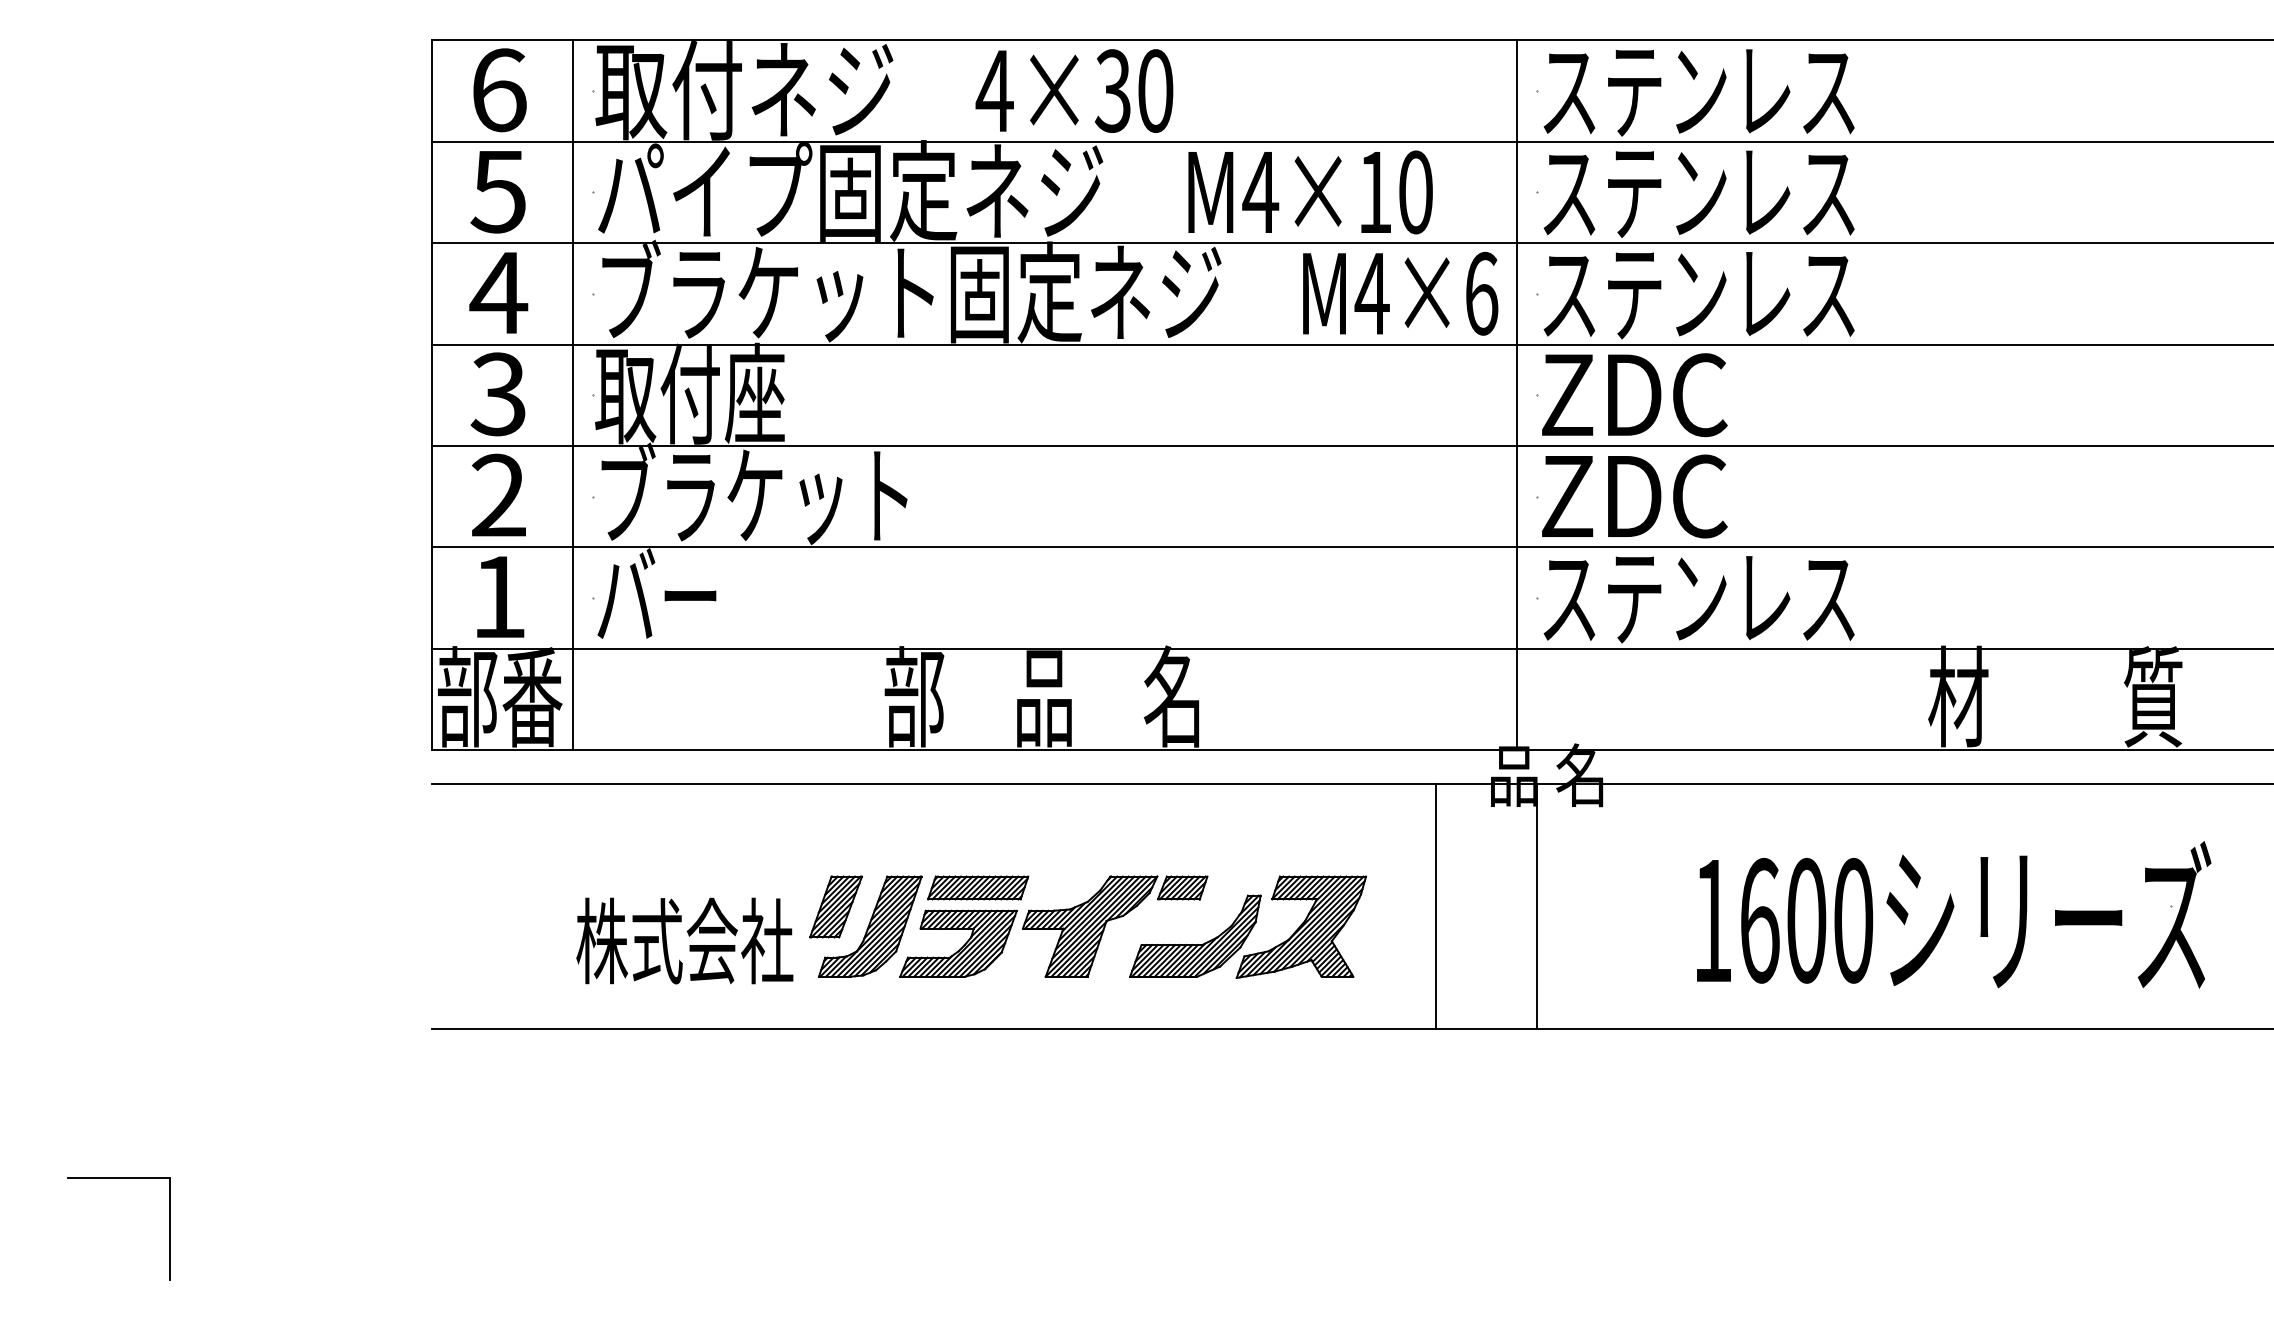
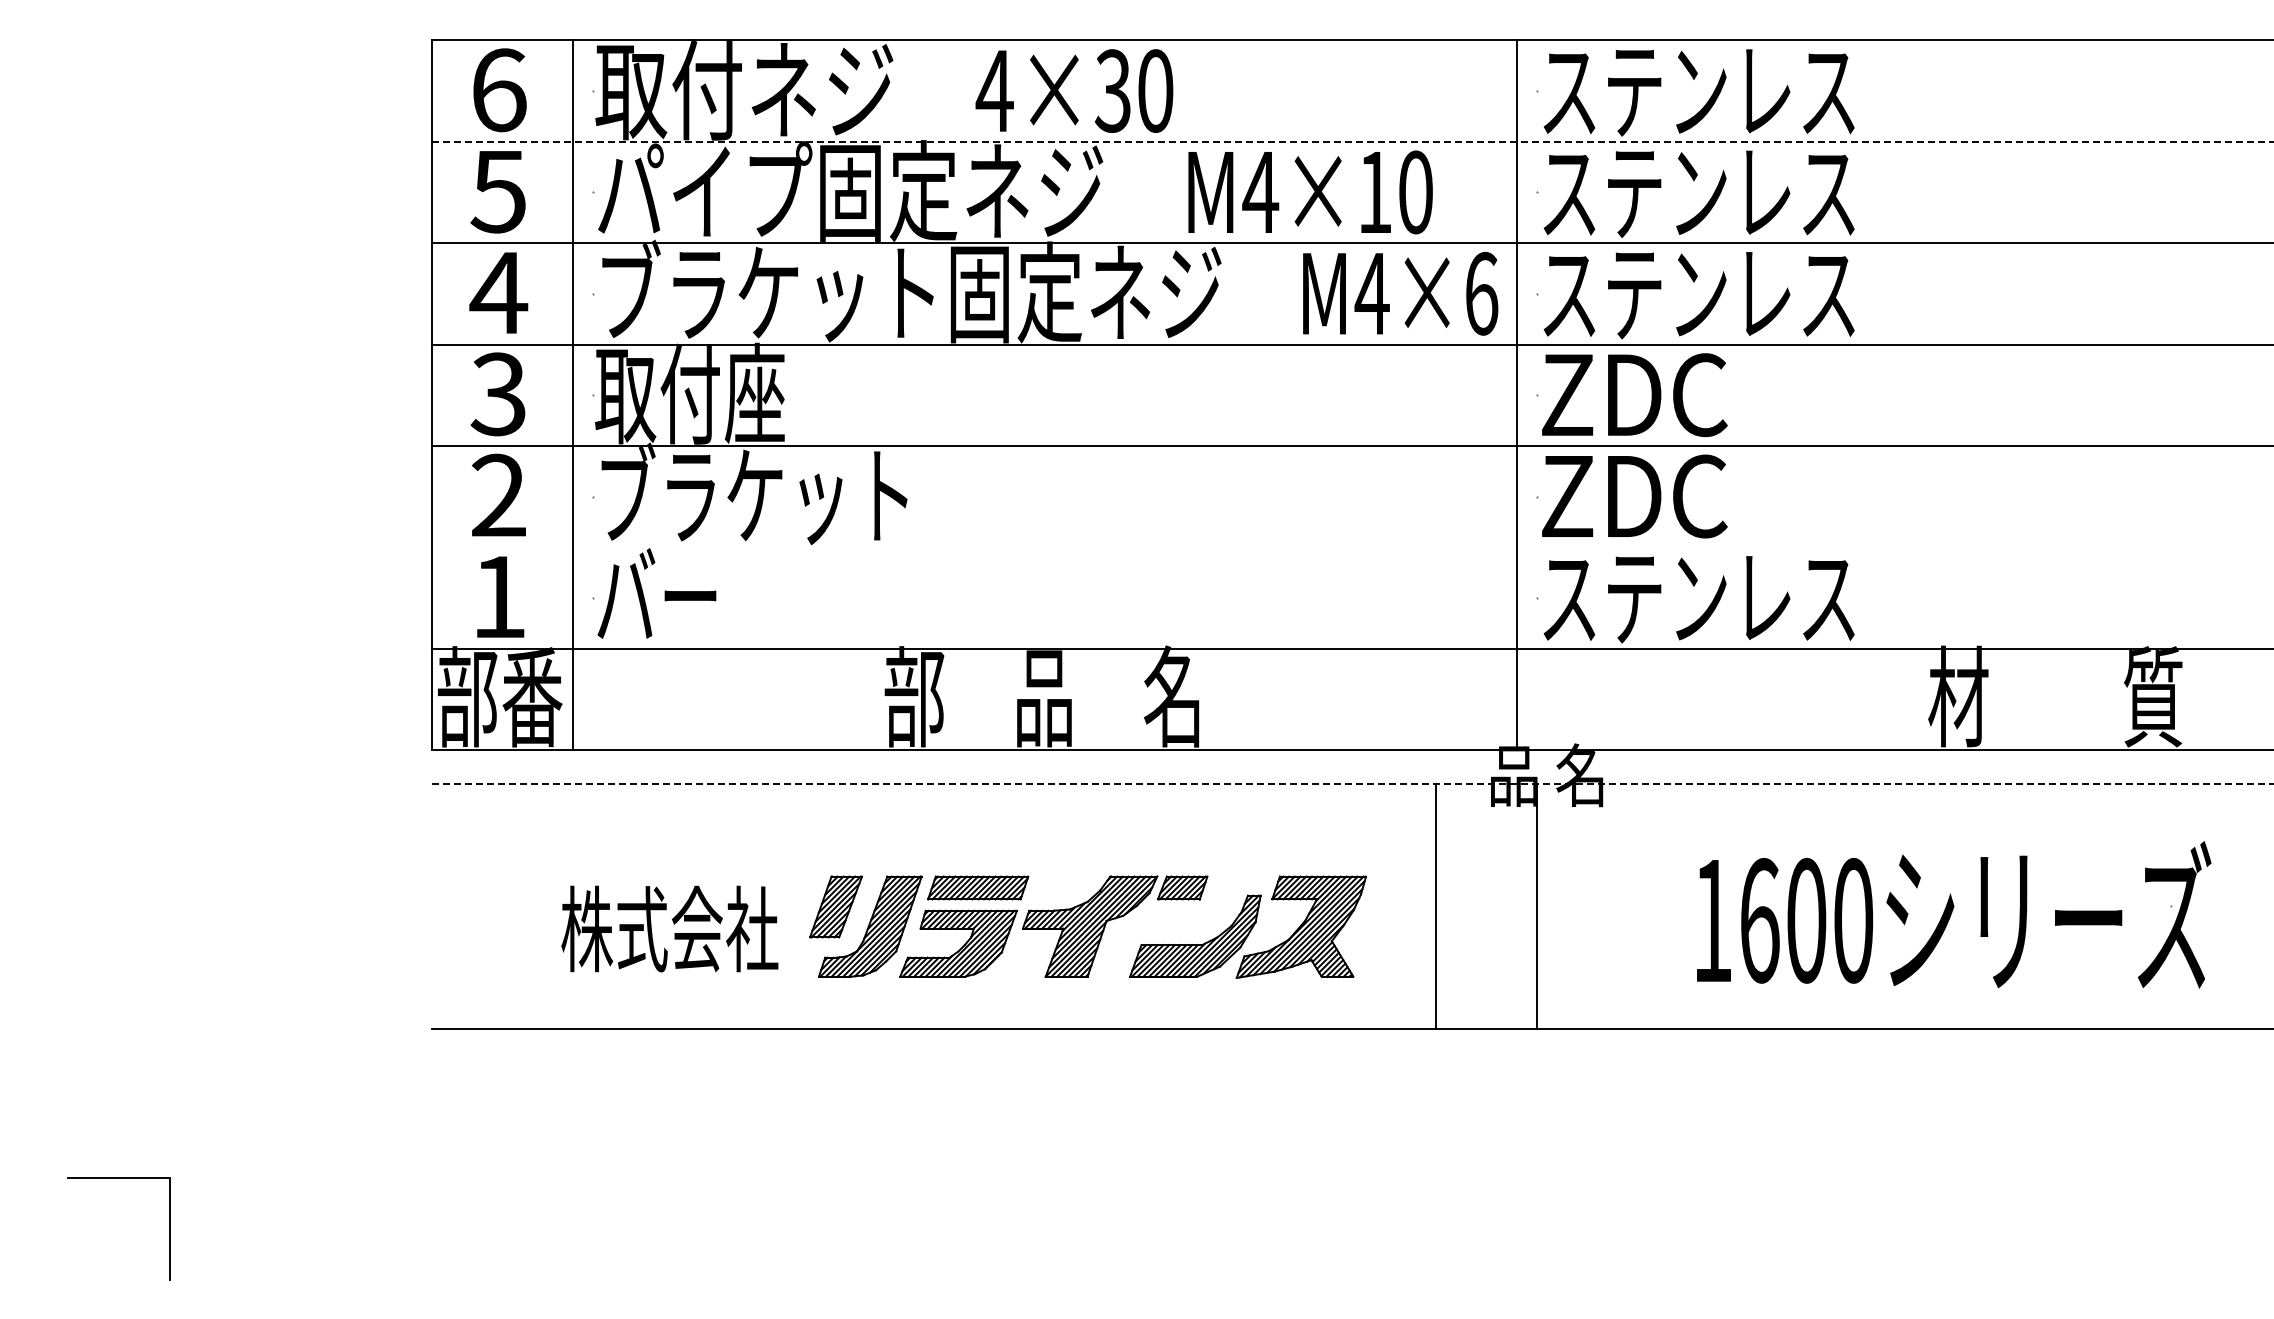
line at (1353, 141): solid -> dashed
line at (1351, 547): present -> none
line at (1353, 784): solid -> dashed
text at (684, 940) position: (684, 940) -> (669, 928)
